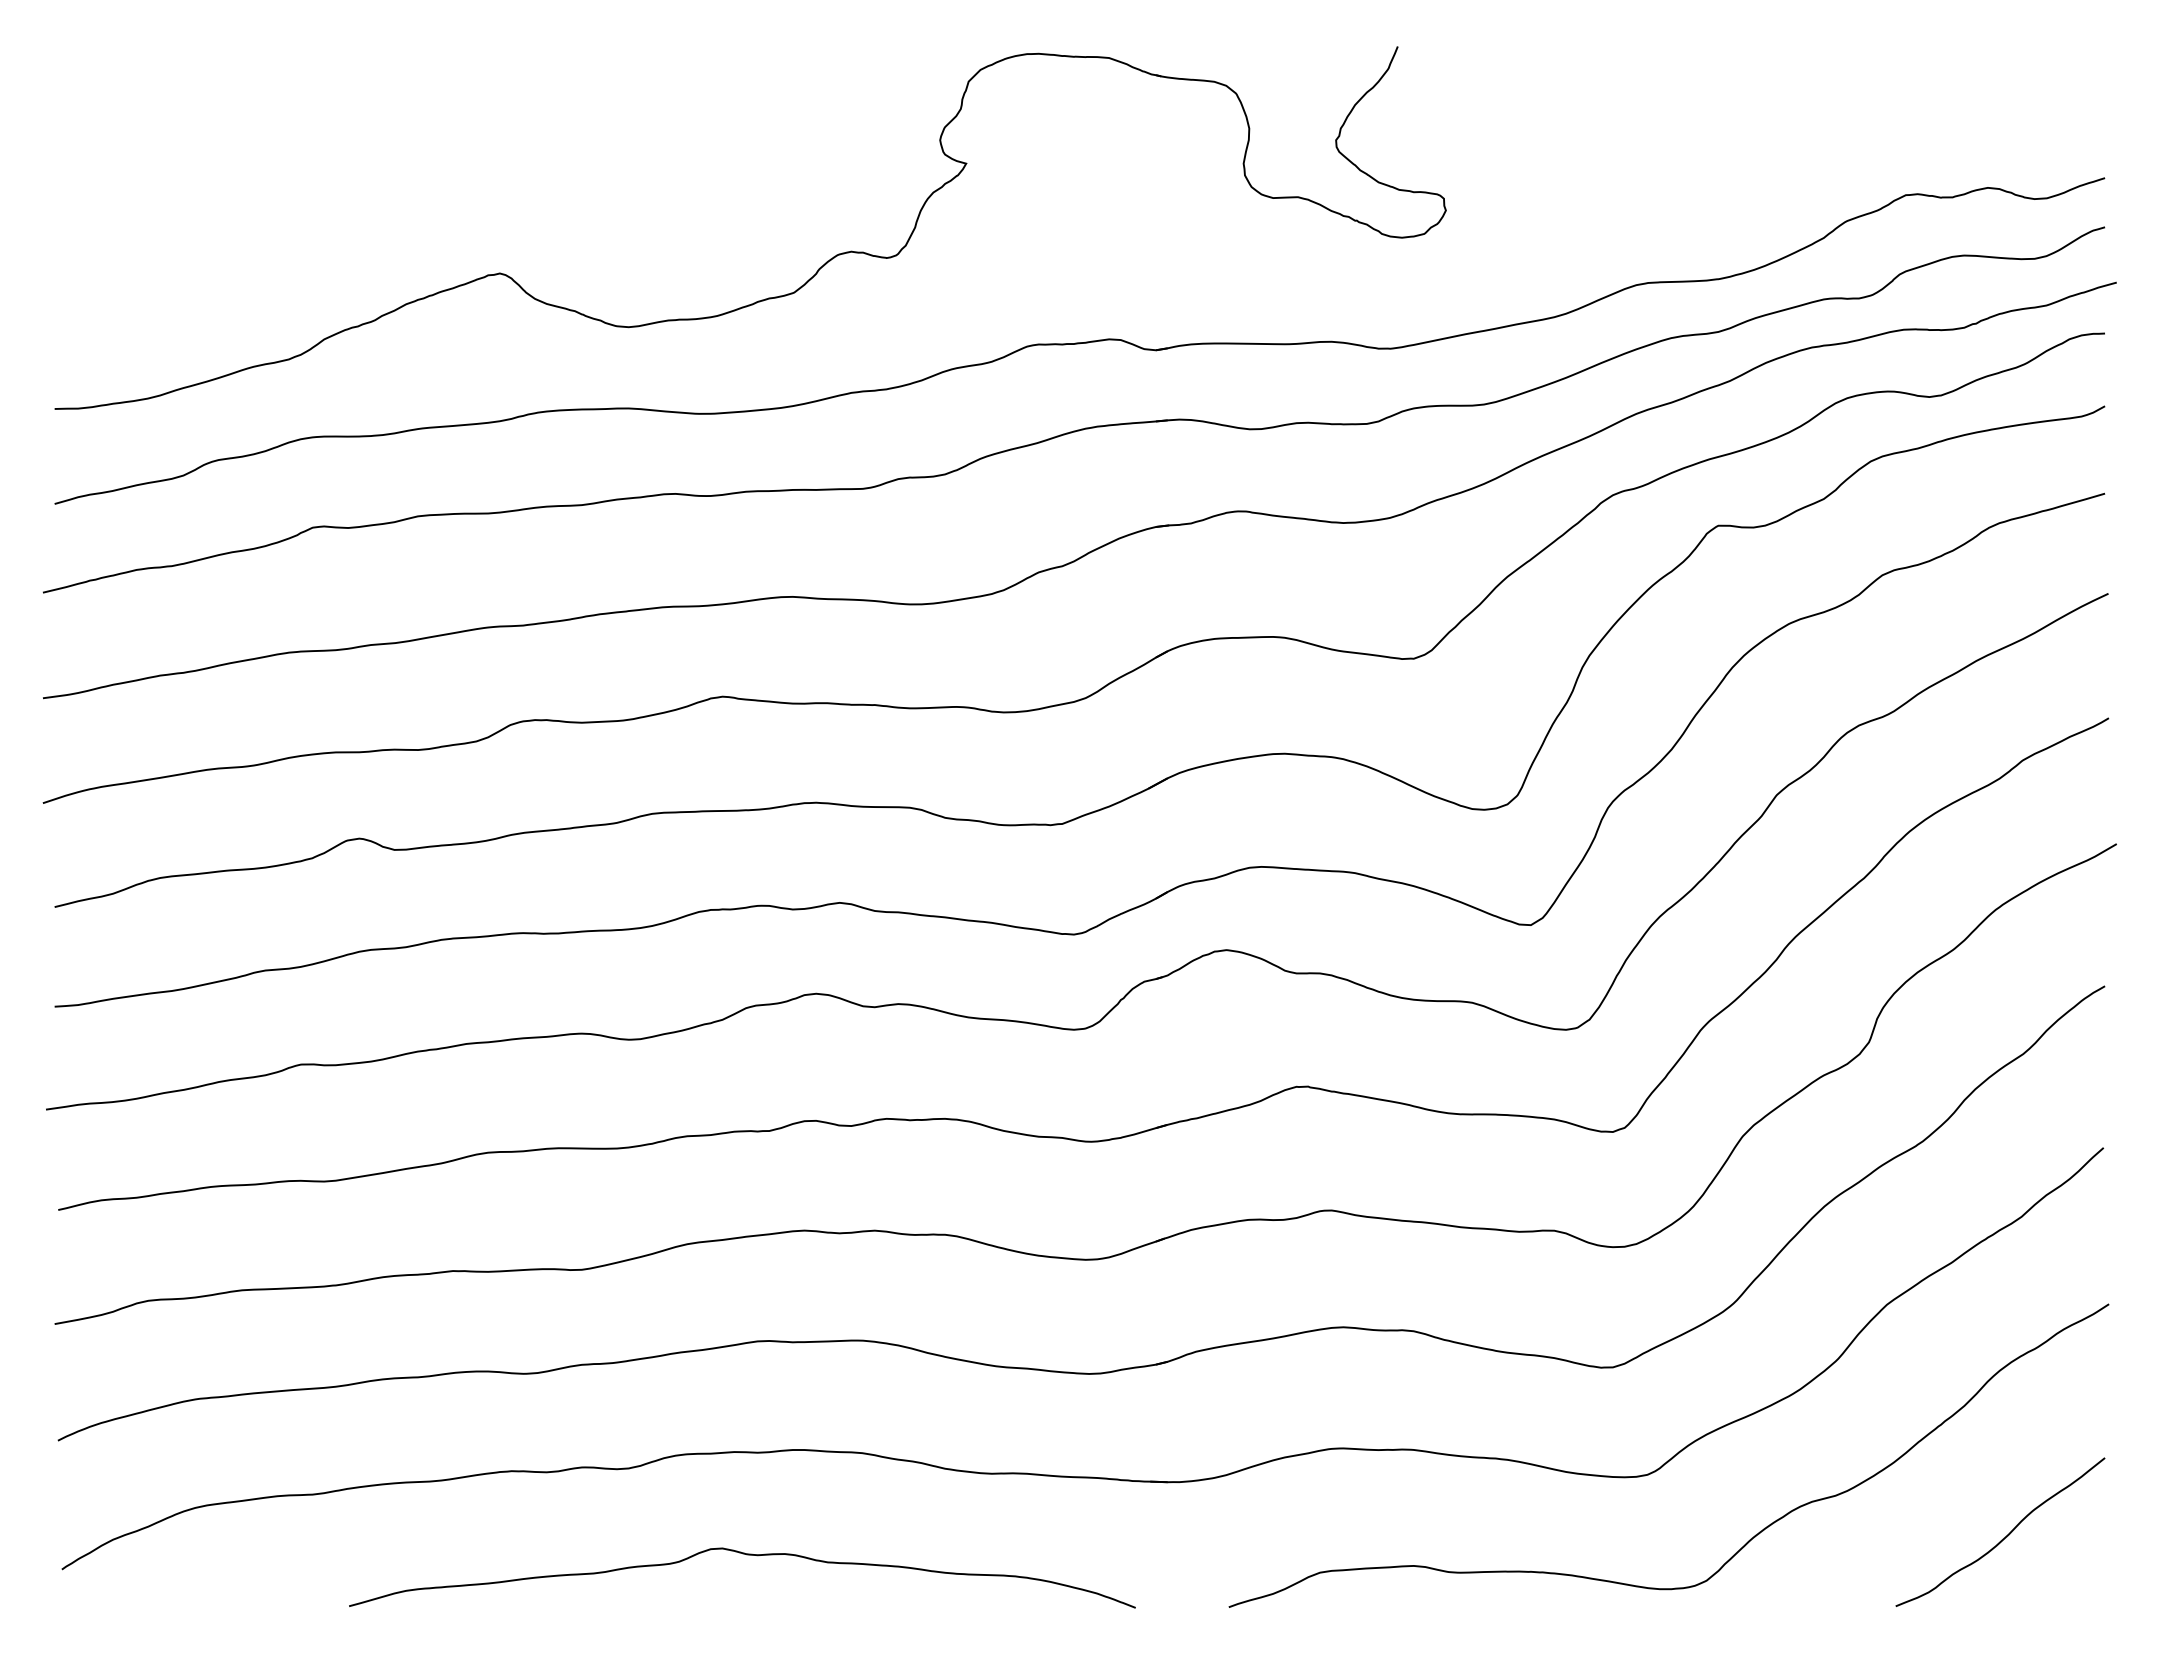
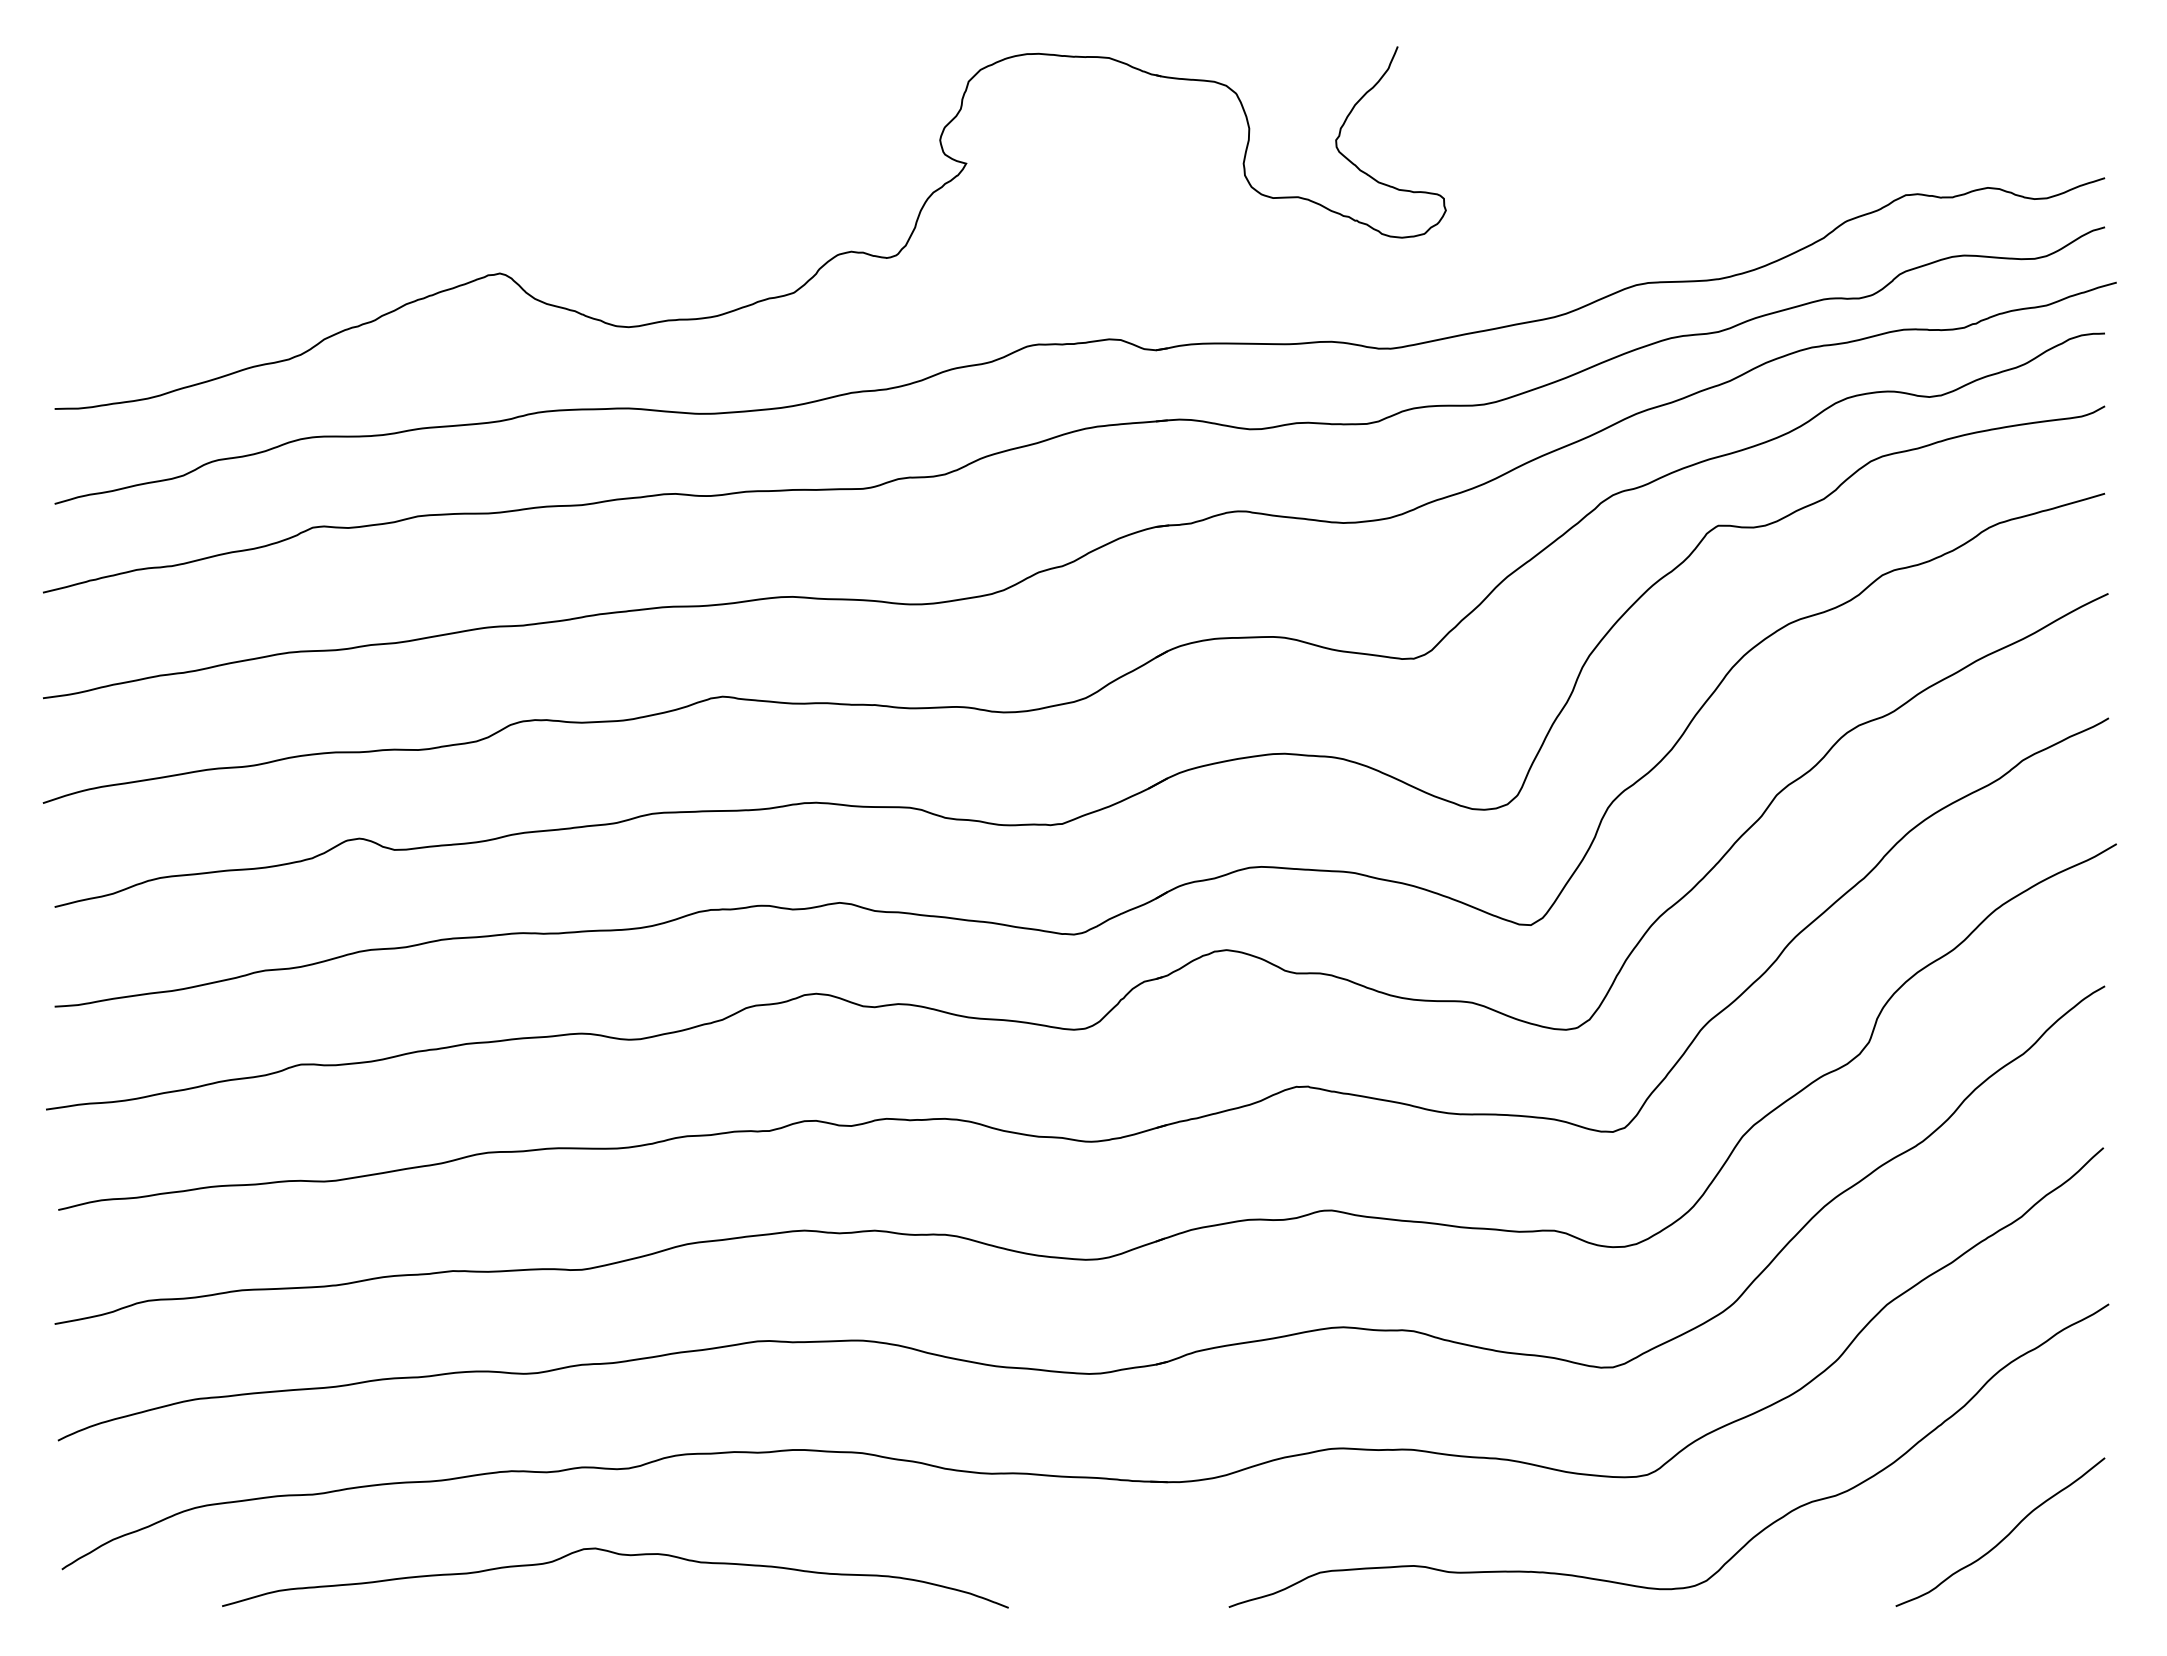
curve at (746, 1555) position: (746, 1555) -> (619, 1555)
